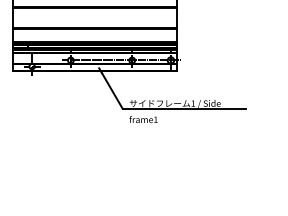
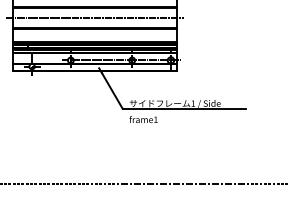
line at (94, 17): none -> present
line at (143, 184): none -> present
